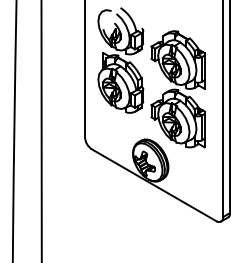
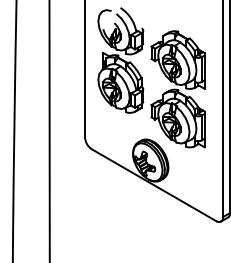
line at (41, 130) position: (41, 130) -> (49, 130)
